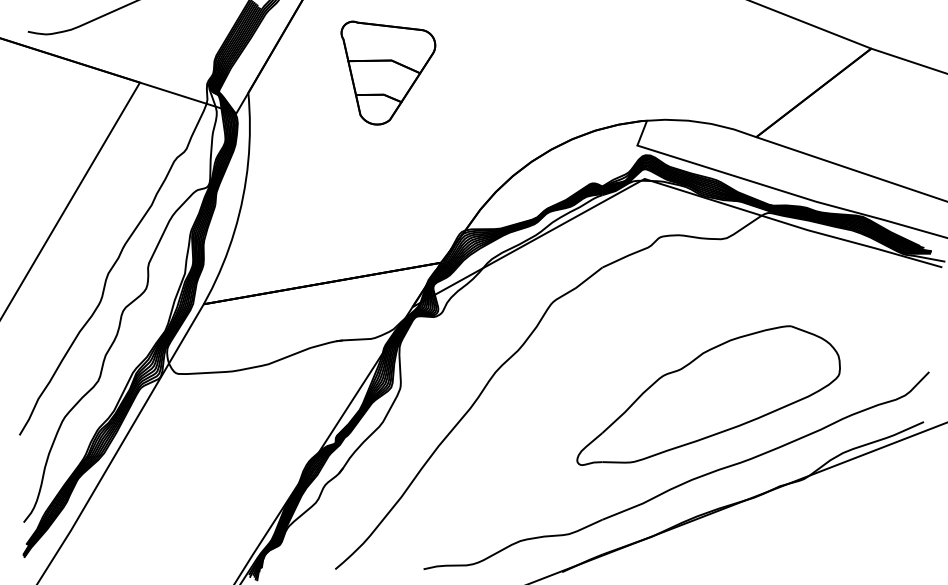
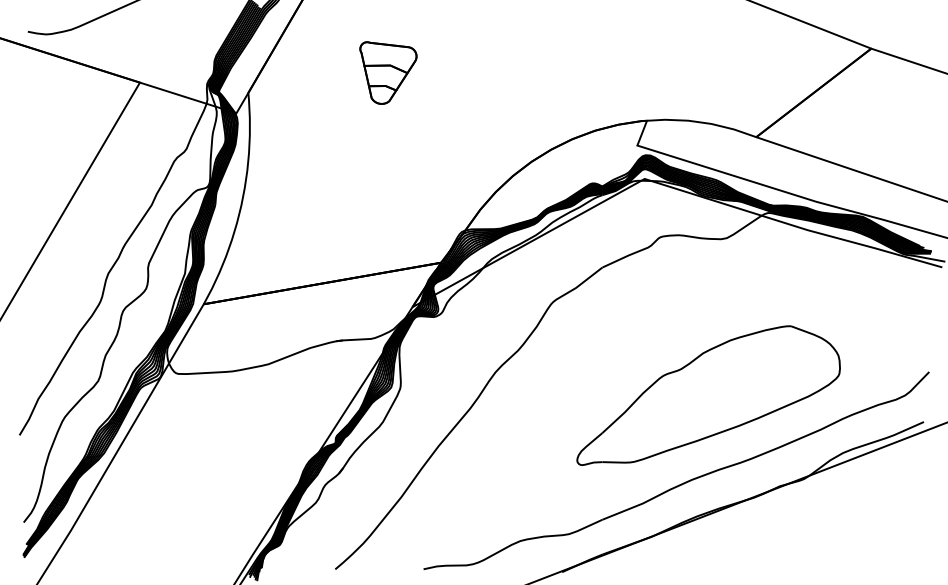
part at (388, 72) size: 97x106 px -> 59x64 px
